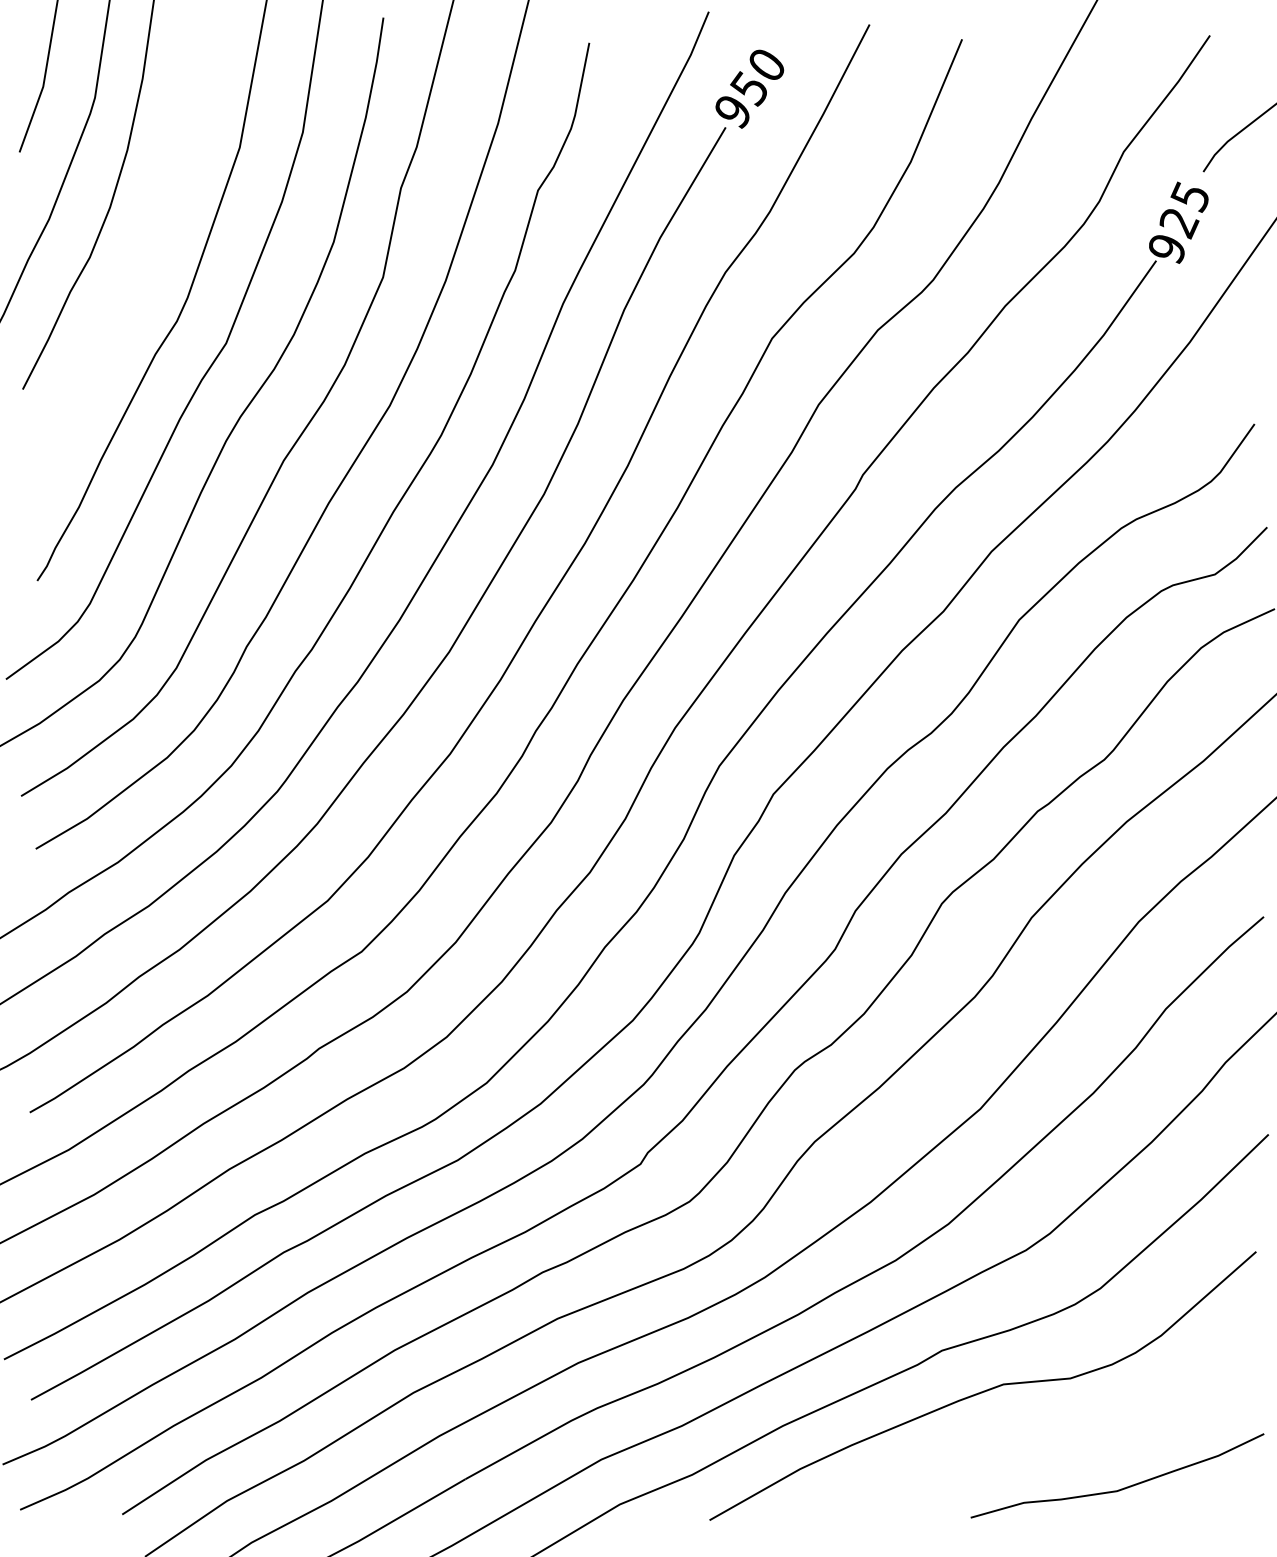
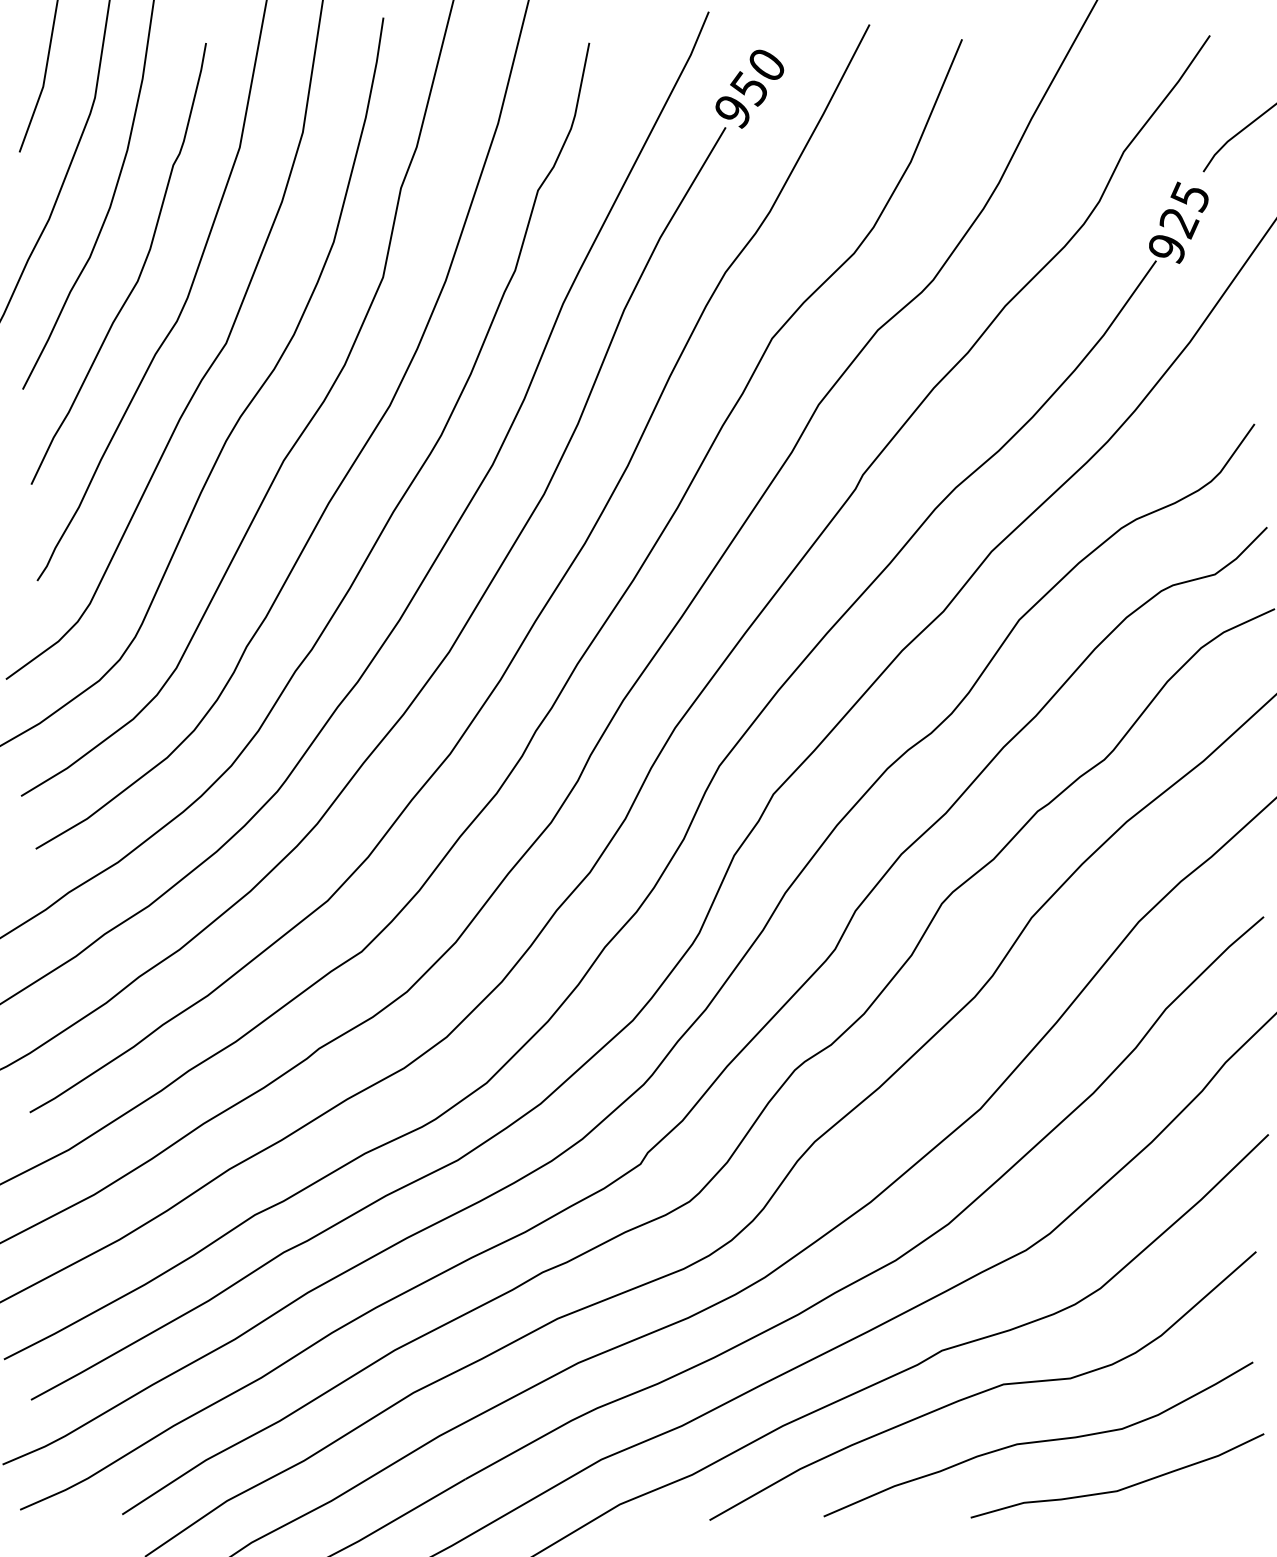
curve at (139, 273): none -> present
curve at (1038, 1440): none -> present
